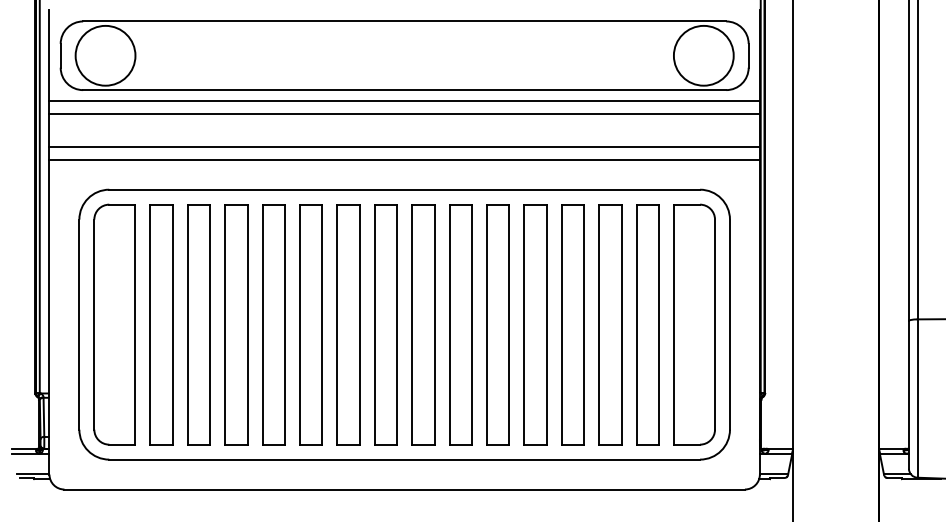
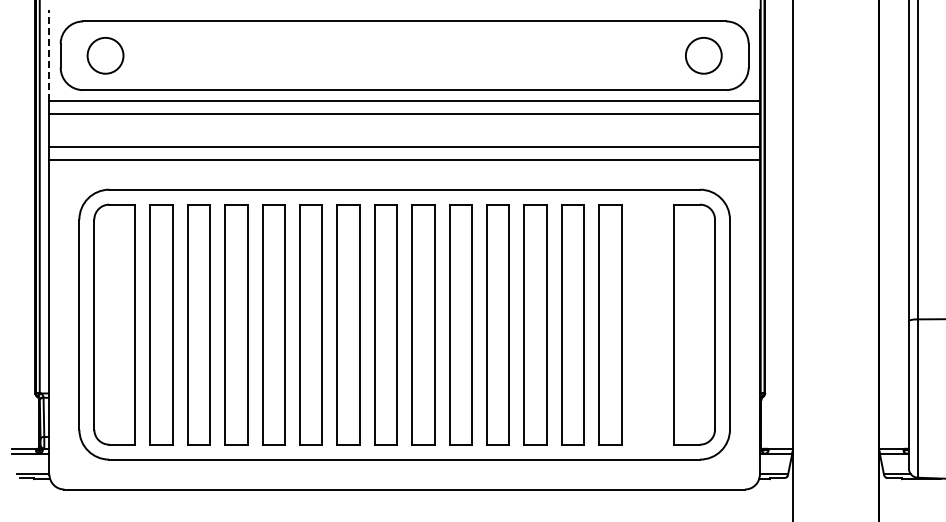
line at (49, 55): solid -> dashed
circle at (105, 55) diameter: 60 px -> 36 px
circle at (703, 55) diameter: 60 px -> 36 px
part at (647, 324): present -> none
